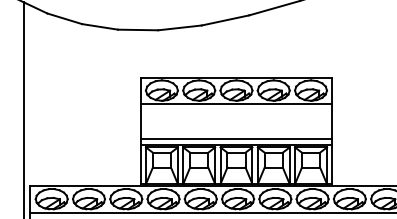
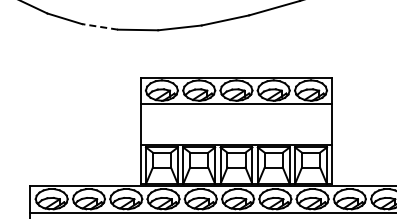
line at (99, 26): solid -> dashed
line at (23, 108): present -> none
line at (236, 139): present -> none
